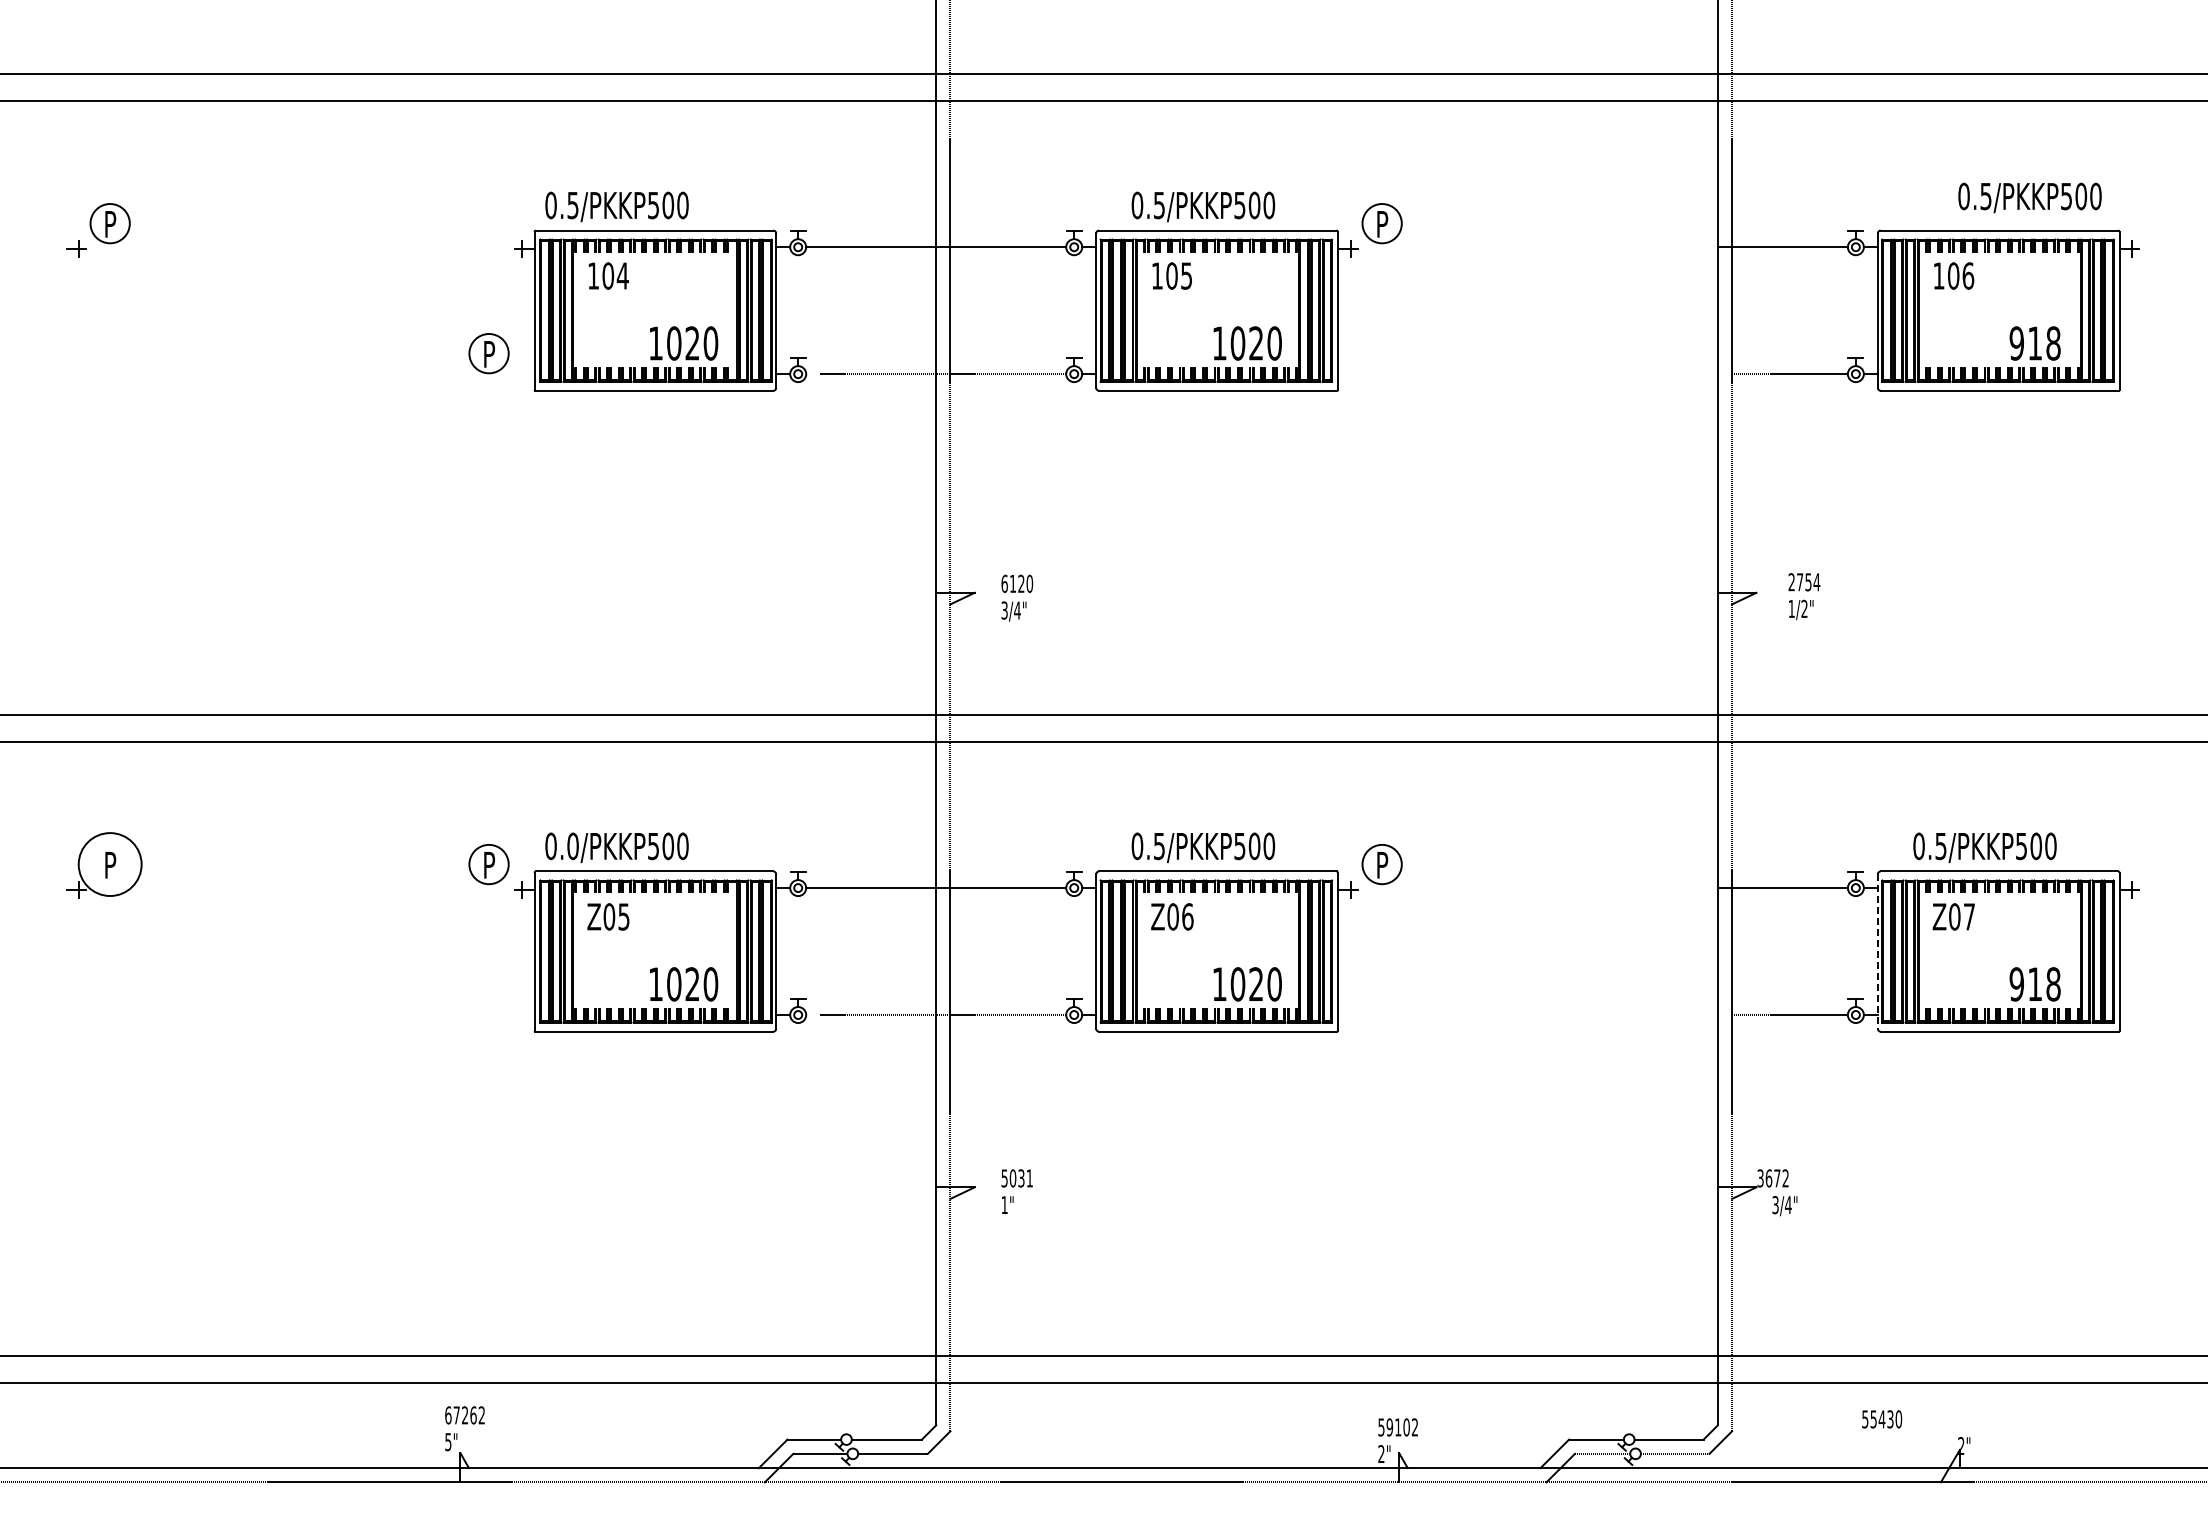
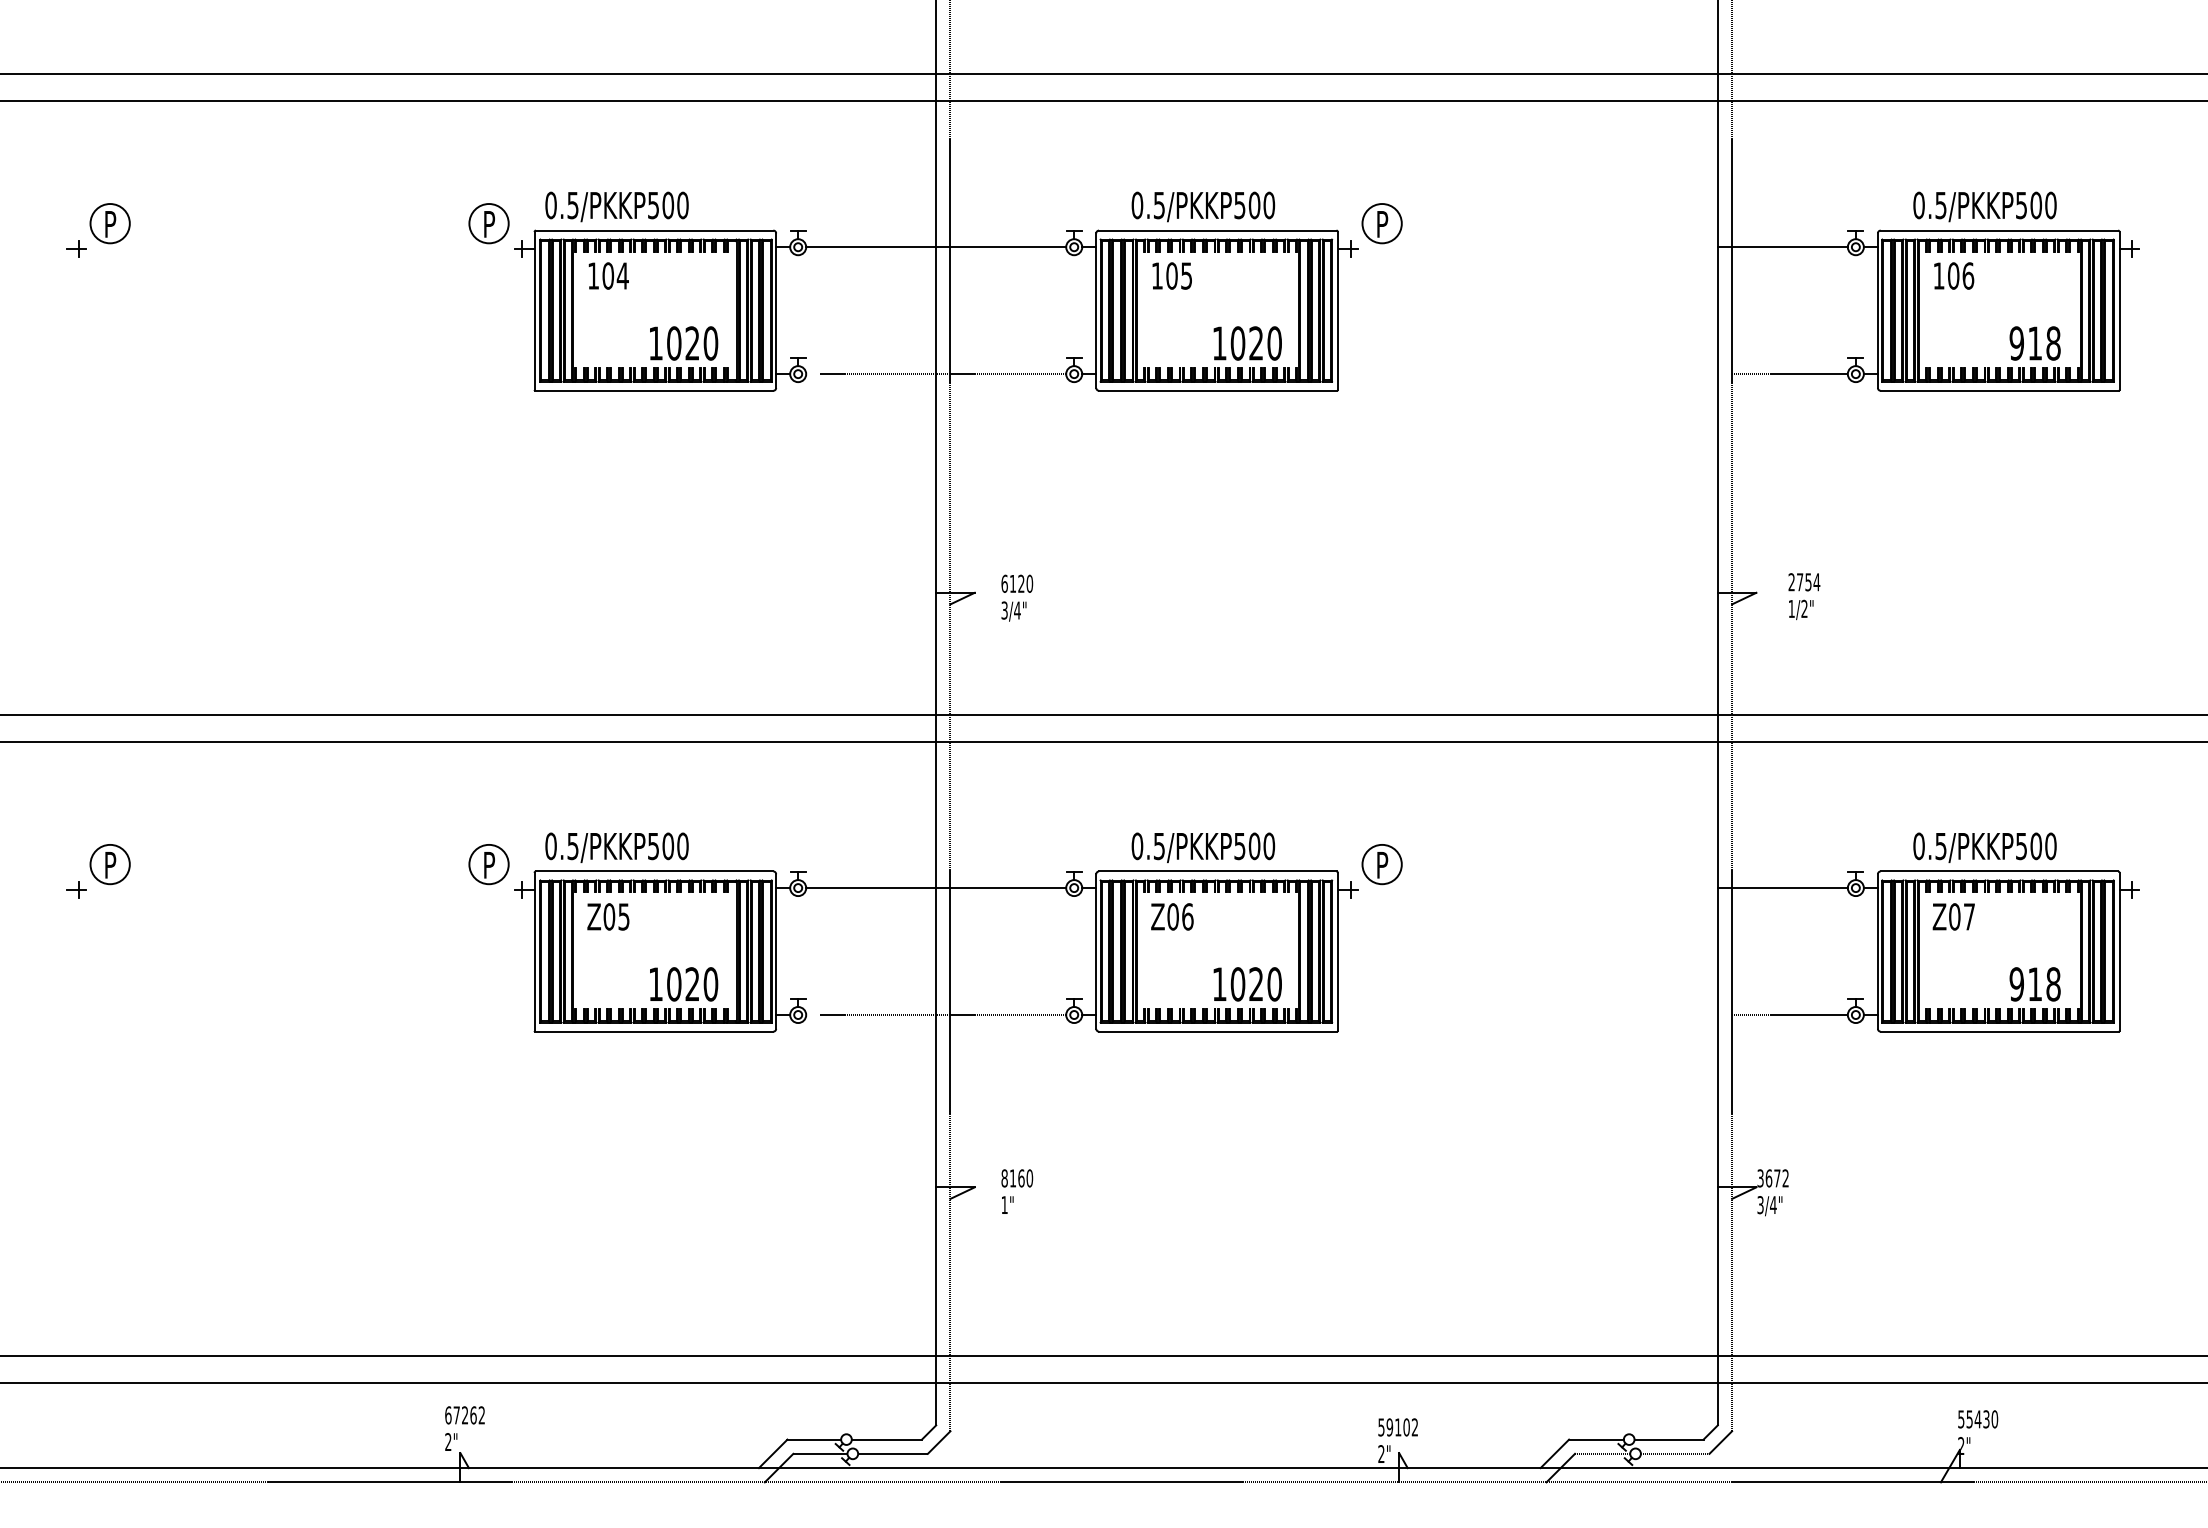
text at (2029, 197) position: (2029, 197) -> (1984, 206)
part at (488, 353) position: (488, 353) -> (488, 223)
text at (572, 846): 0.0/PKKP500 -> 0.5/PKKP500
circle at (109, 864) diameter: 63 px -> 39 px
line at (1877, 952): dashed -> solid
text at (1017, 1178): 5031 -> 8160
text at (1784, 1206) position: (1784, 1206) -> (1769, 1206)
text at (1882, 1419) position: (1882, 1419) -> (1978, 1419)
text at (448, 1442): 5" -> 2"
